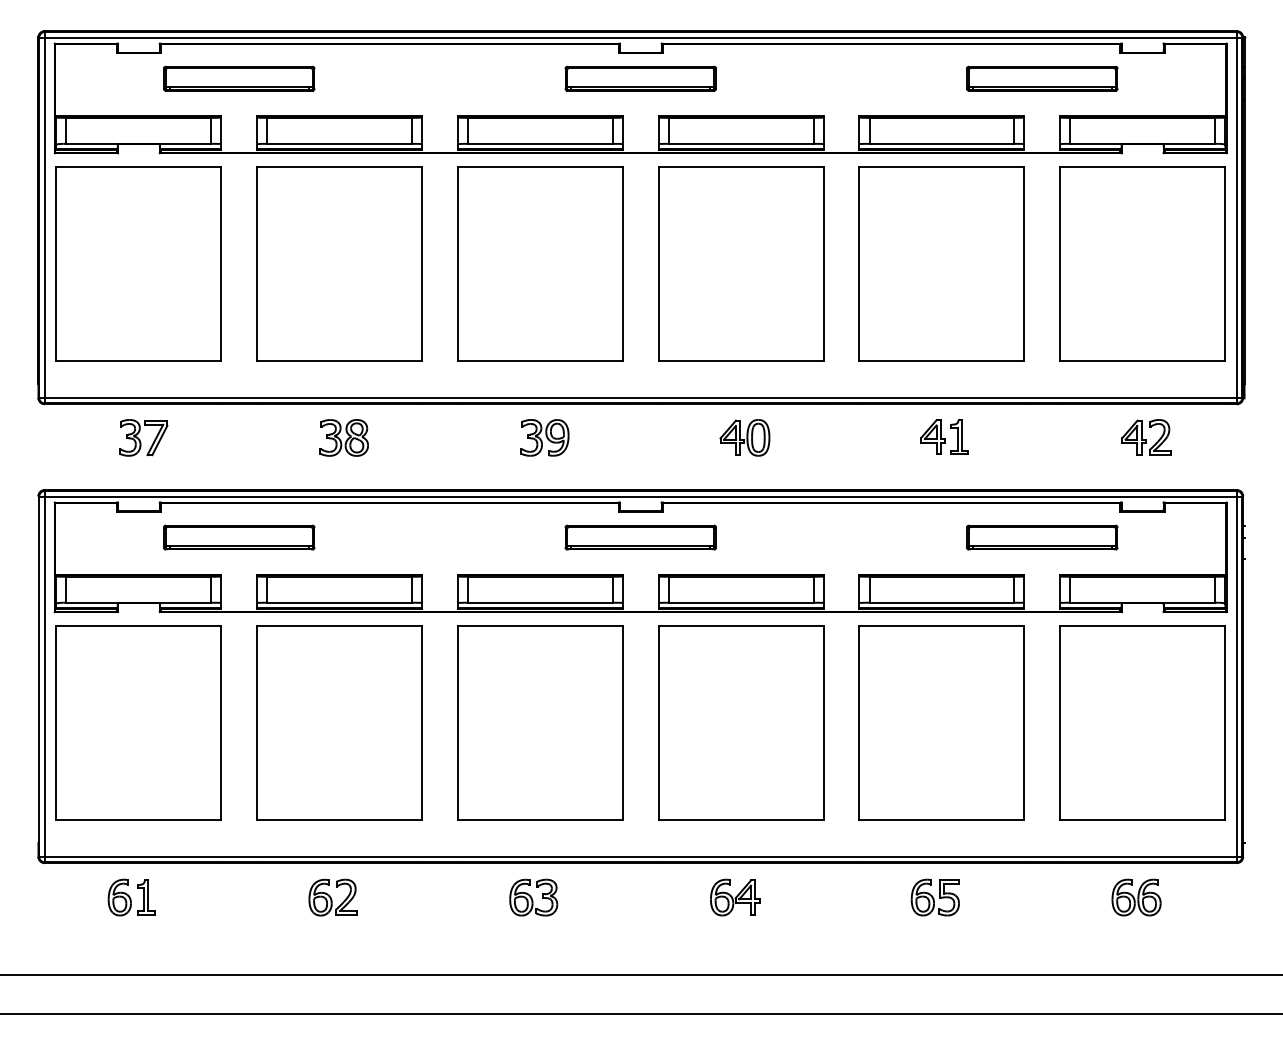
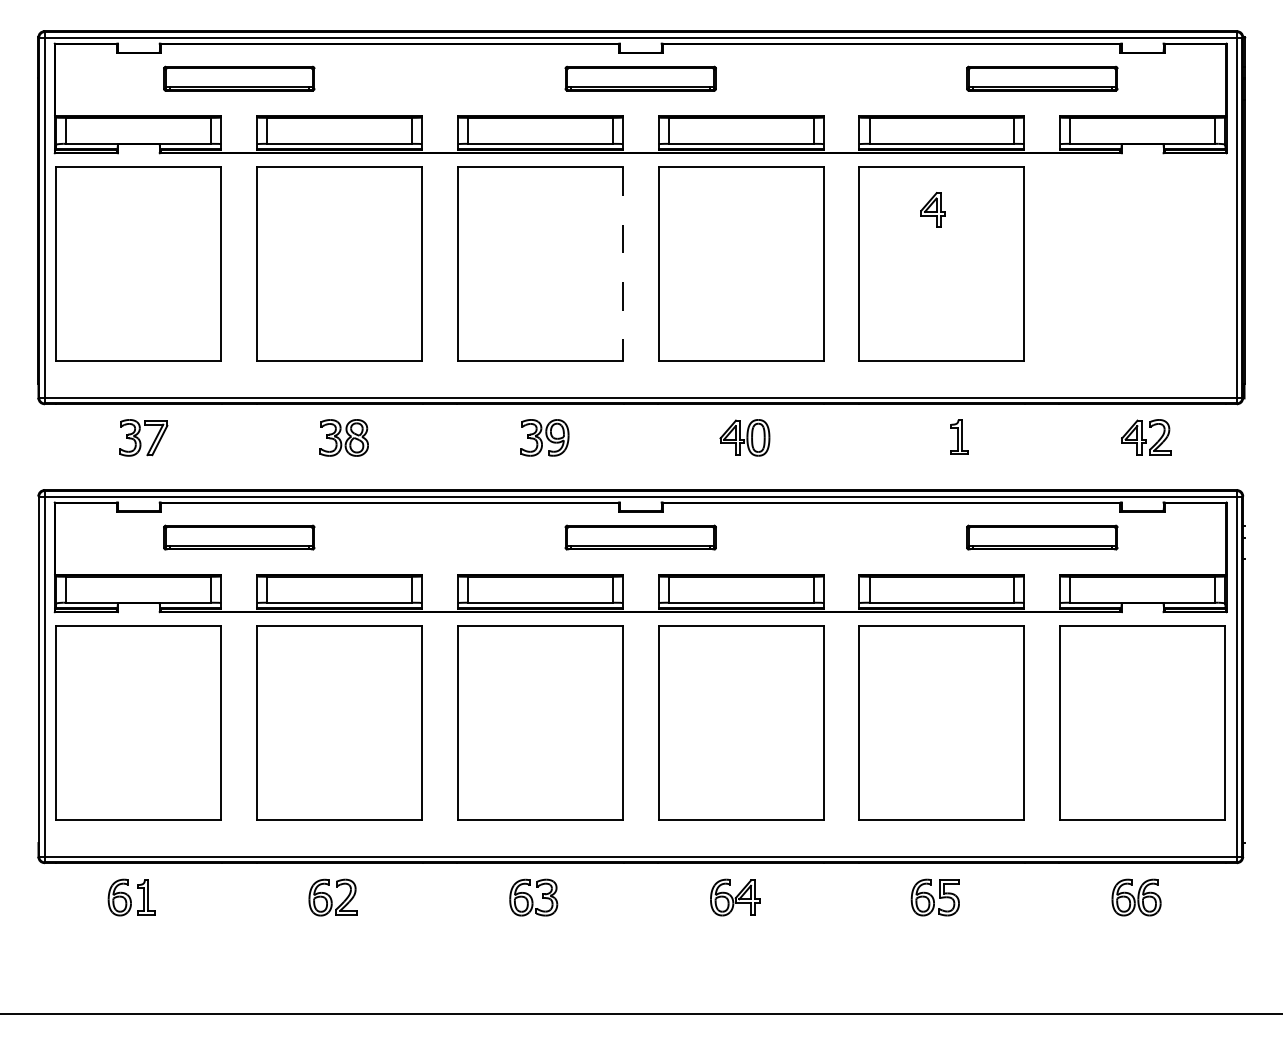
part at (1142, 263): present -> none
line at (622, 264): solid -> dashed
part at (932, 436) position: (932, 436) -> (932, 209)
line at (640, 974): present -> none
